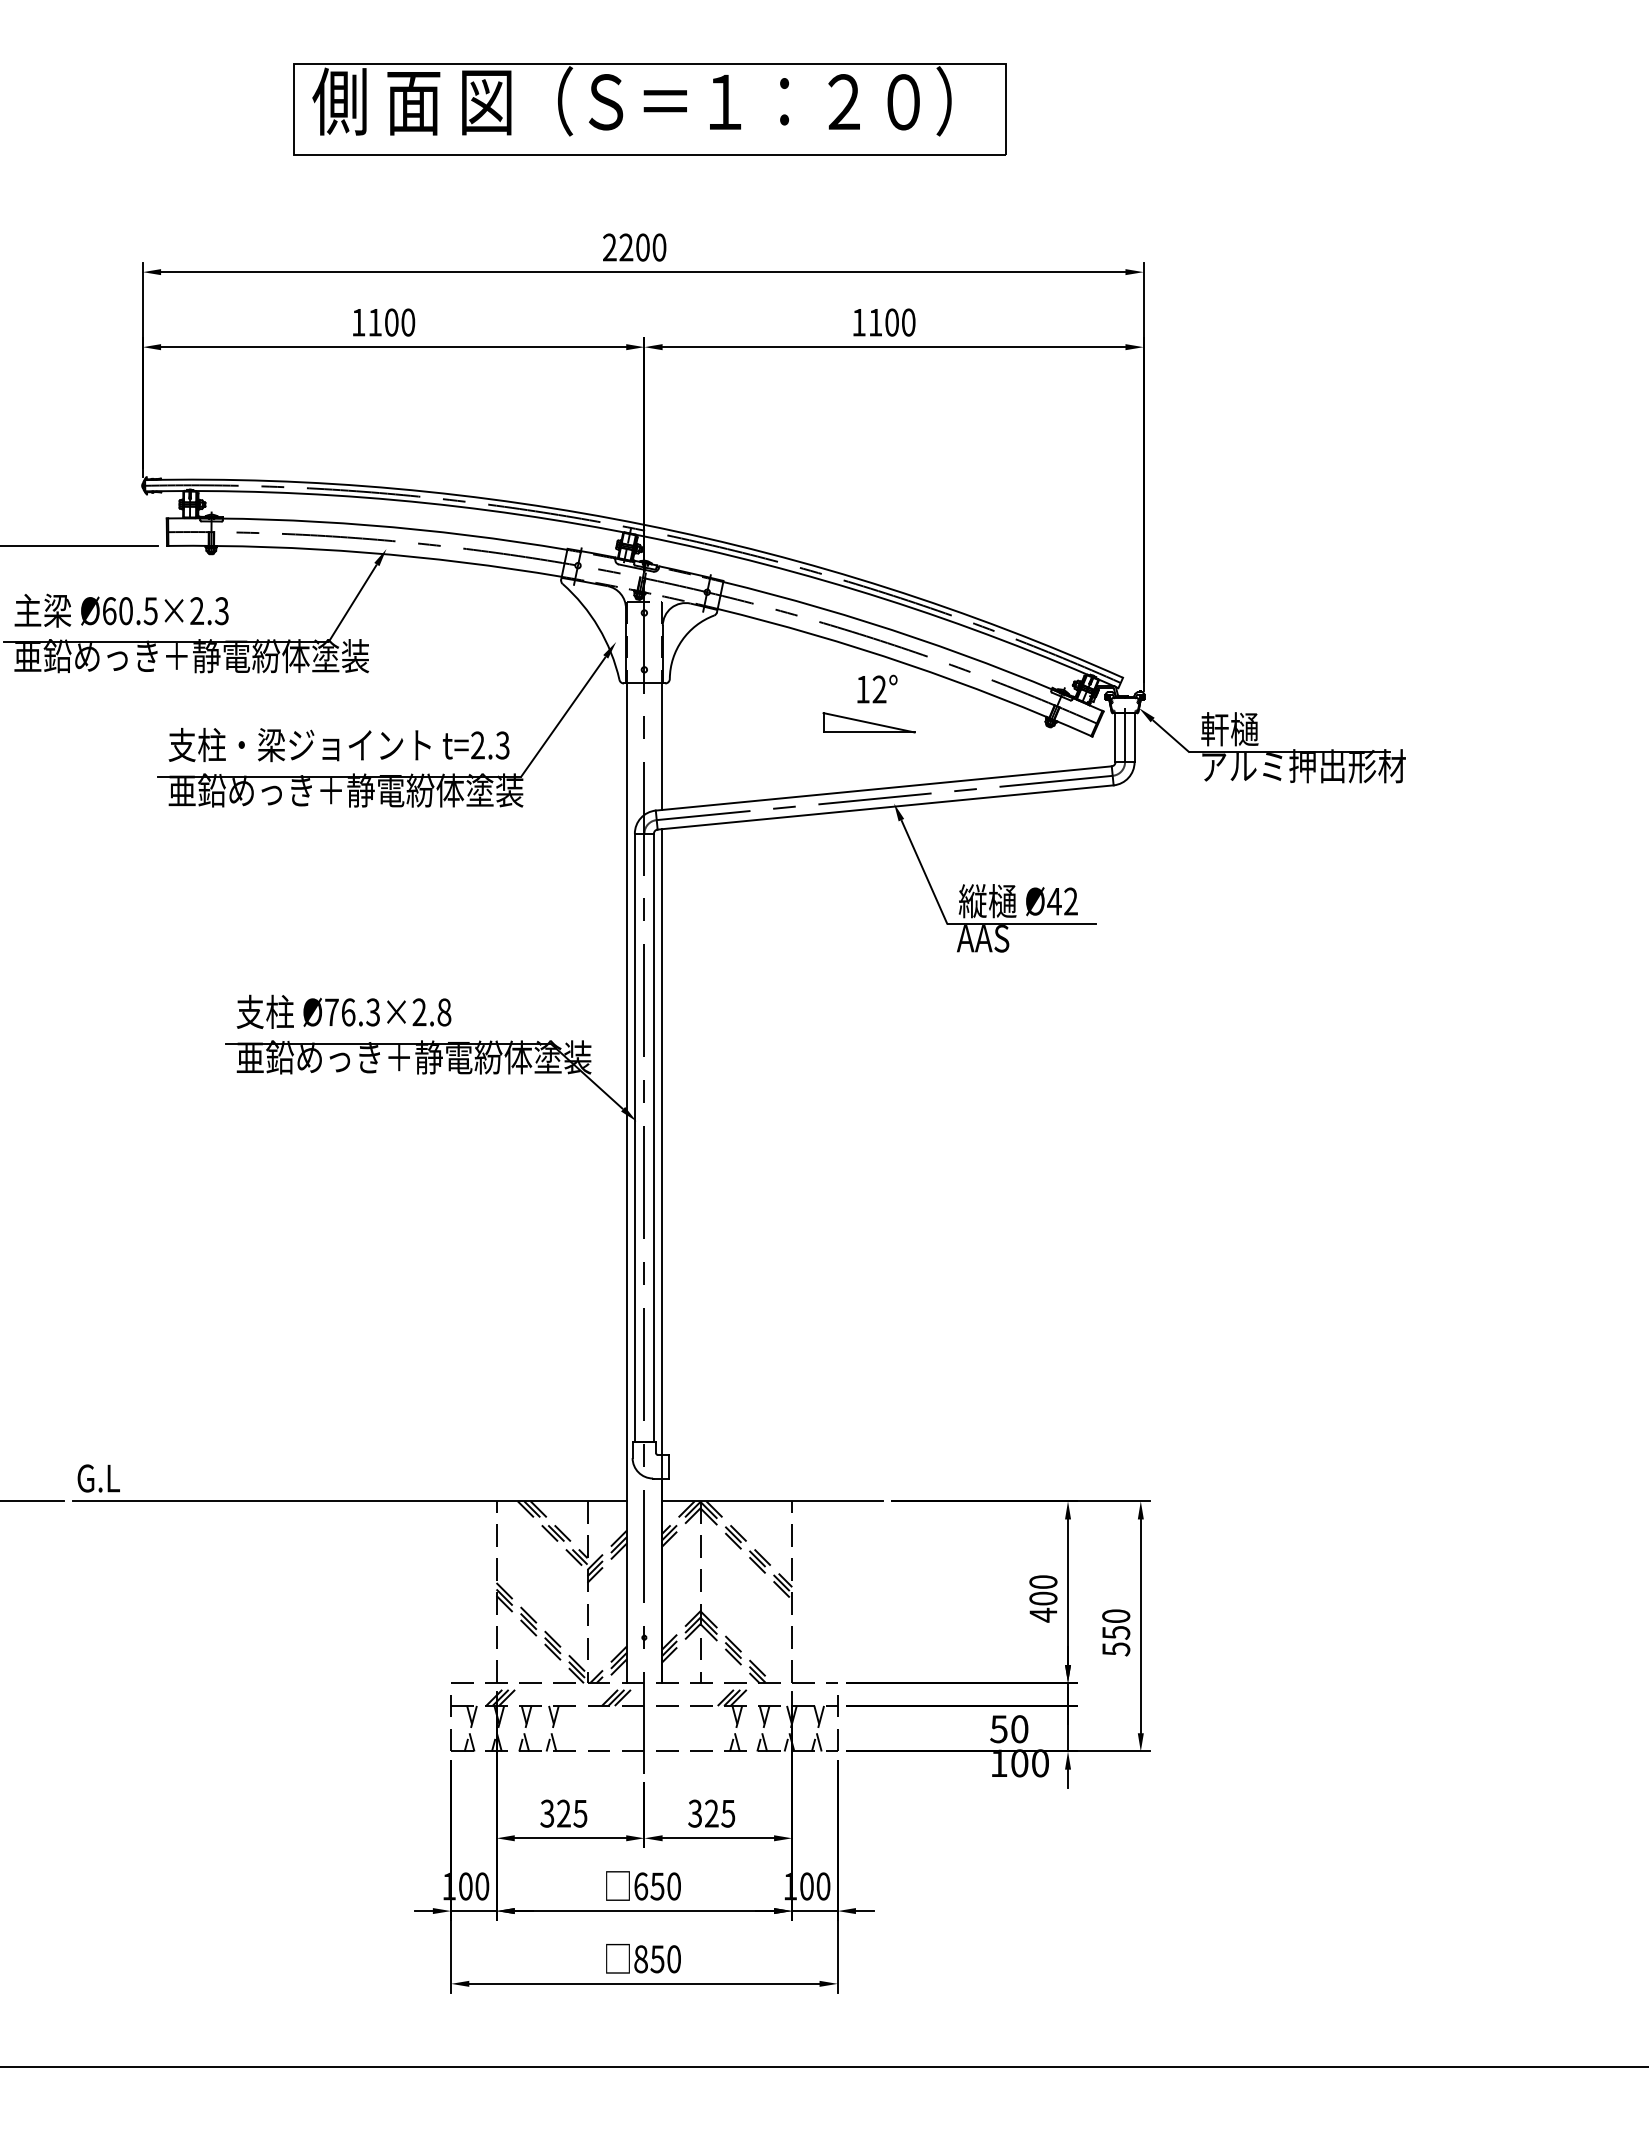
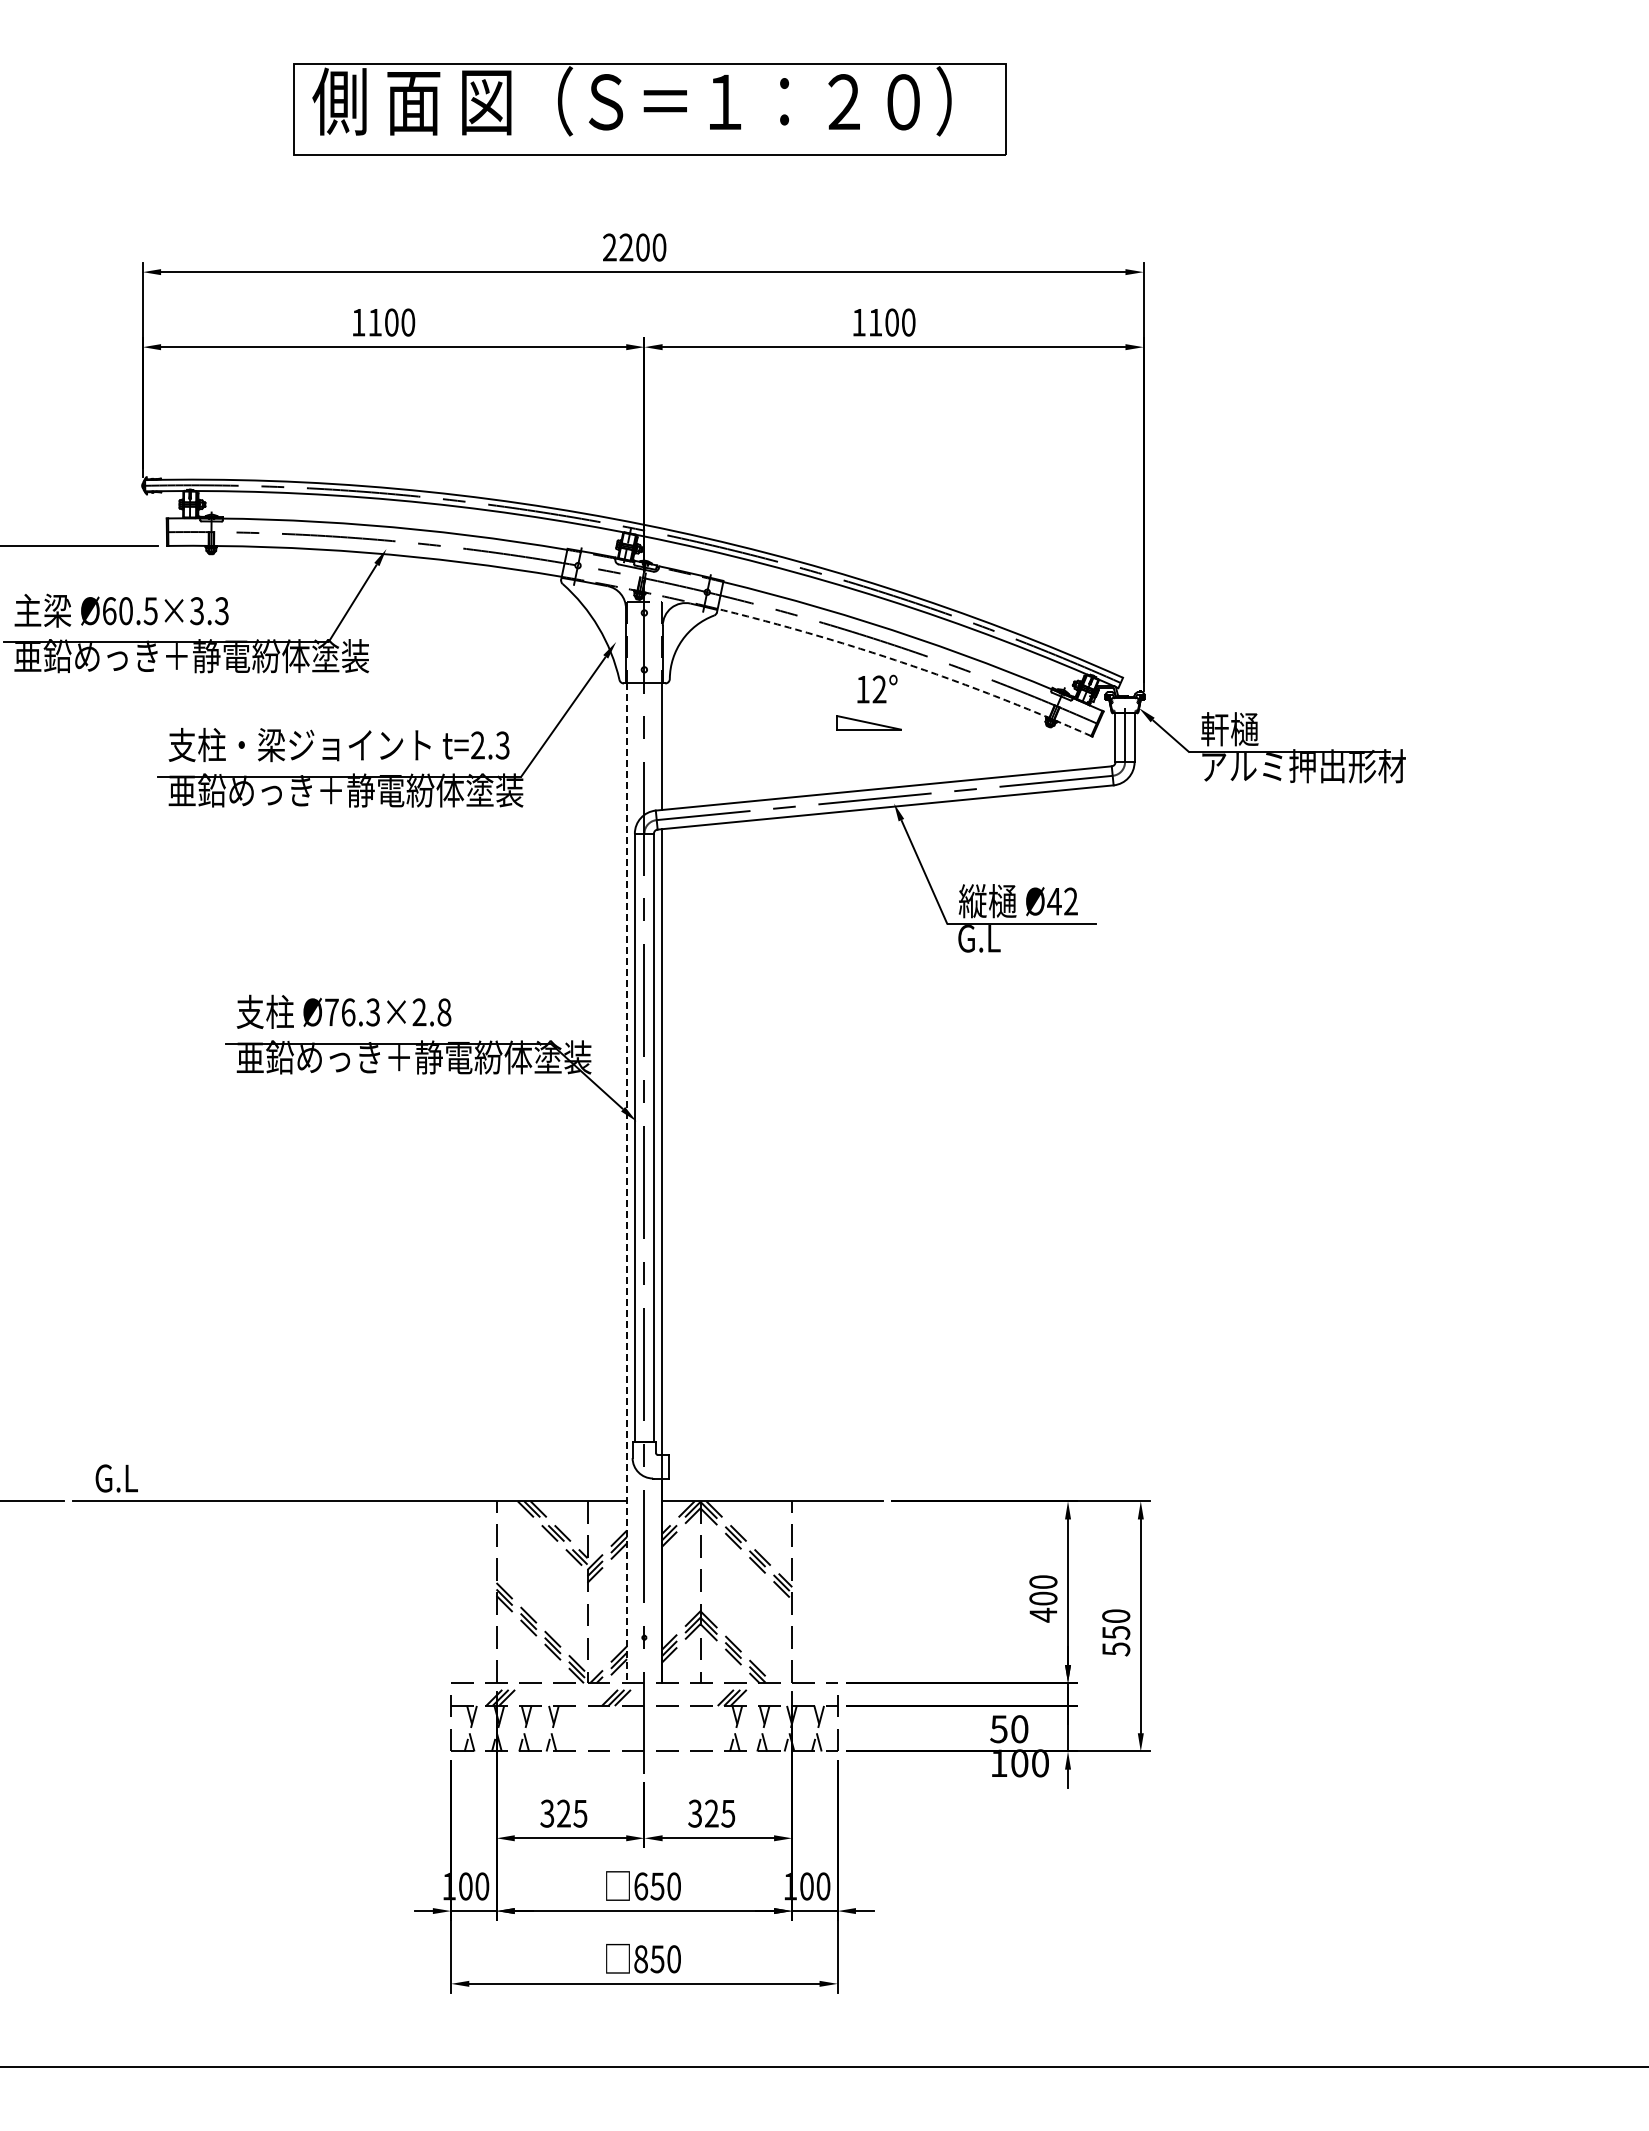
text at (196, 611): Ø60.5×2.3 -> Ø60.5×3.3
arc at (907, 664): solid -> dashed
part at (868, 722) size: 94x22 px -> 66x16 px
text at (983, 938): AAS -> G.L
line at (627, 1183): solid -> dashed
text at (98, 1478) position: (98, 1478) -> (116, 1478)
